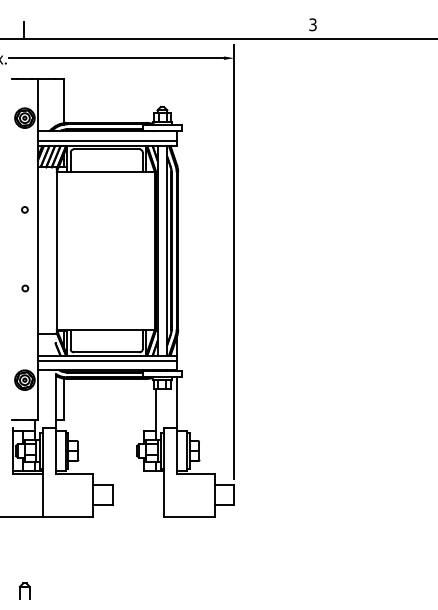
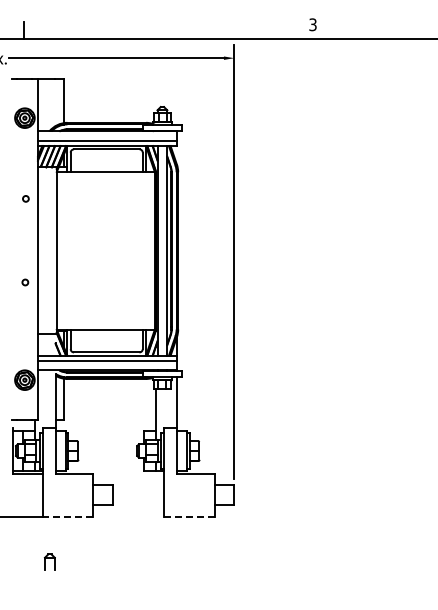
circle at (24, 209) position: (24, 209) -> (25, 198)
circle at (25, 288) position: (25, 288) -> (25, 282)
line at (67, 516): solid -> dashed
line at (188, 516): solid -> dashed
part at (24, 590) position: (24, 590) -> (49, 561)
